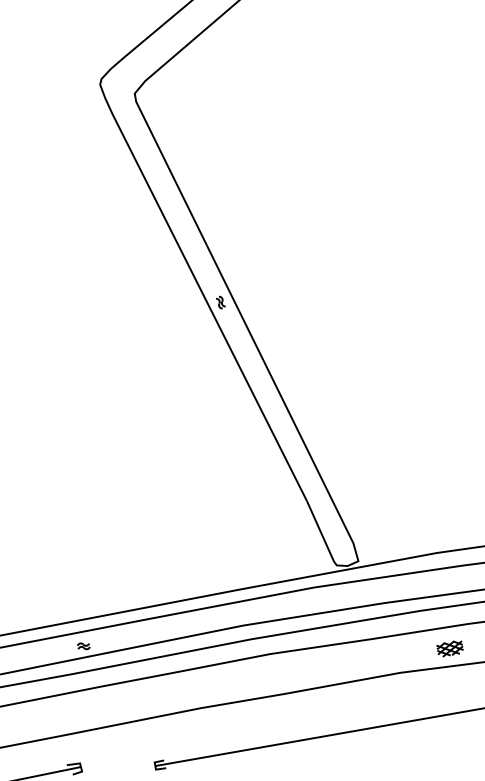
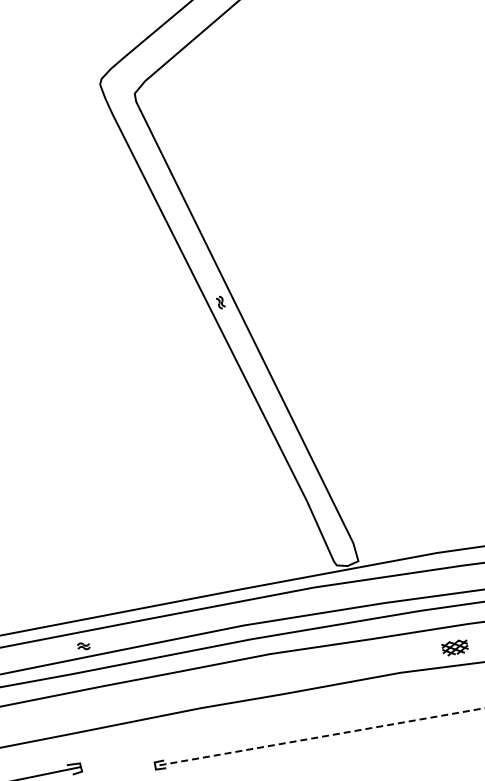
part at (449, 648) position: (449, 648) -> (454, 647)
line at (319, 737): solid -> dashed
